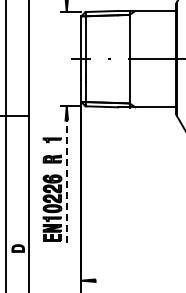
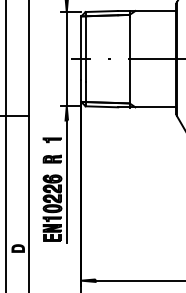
line at (66, 59): none -> present
line at (66, 181): dashed -> solid
line at (138, 280): none -> present
